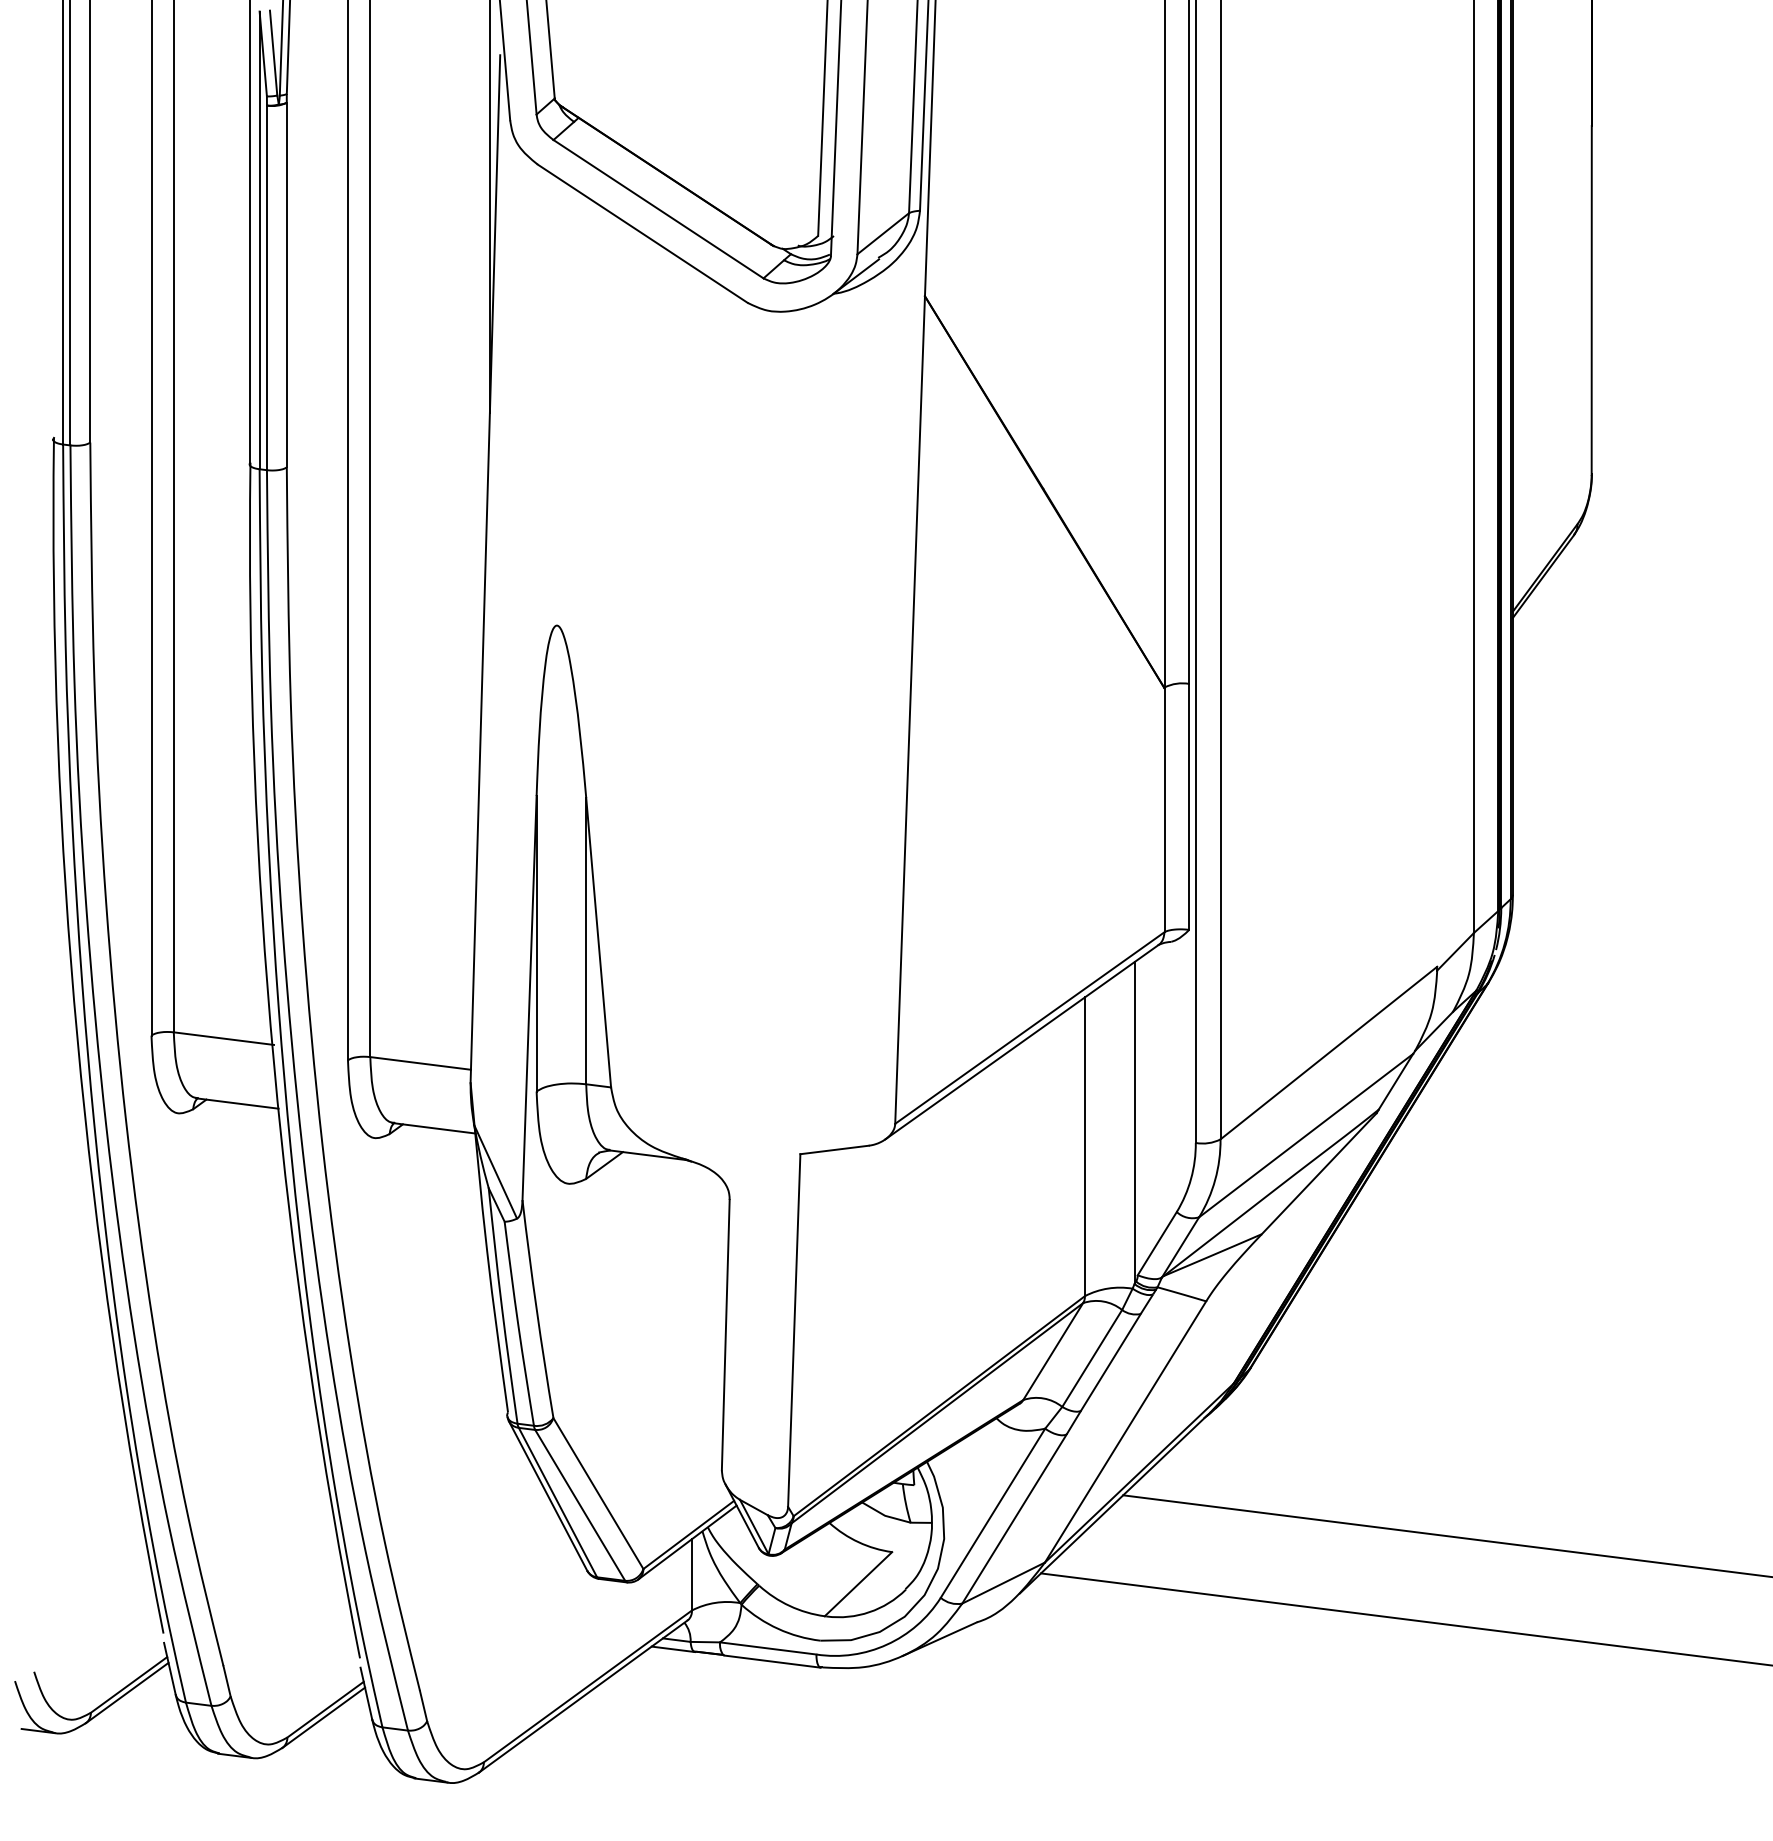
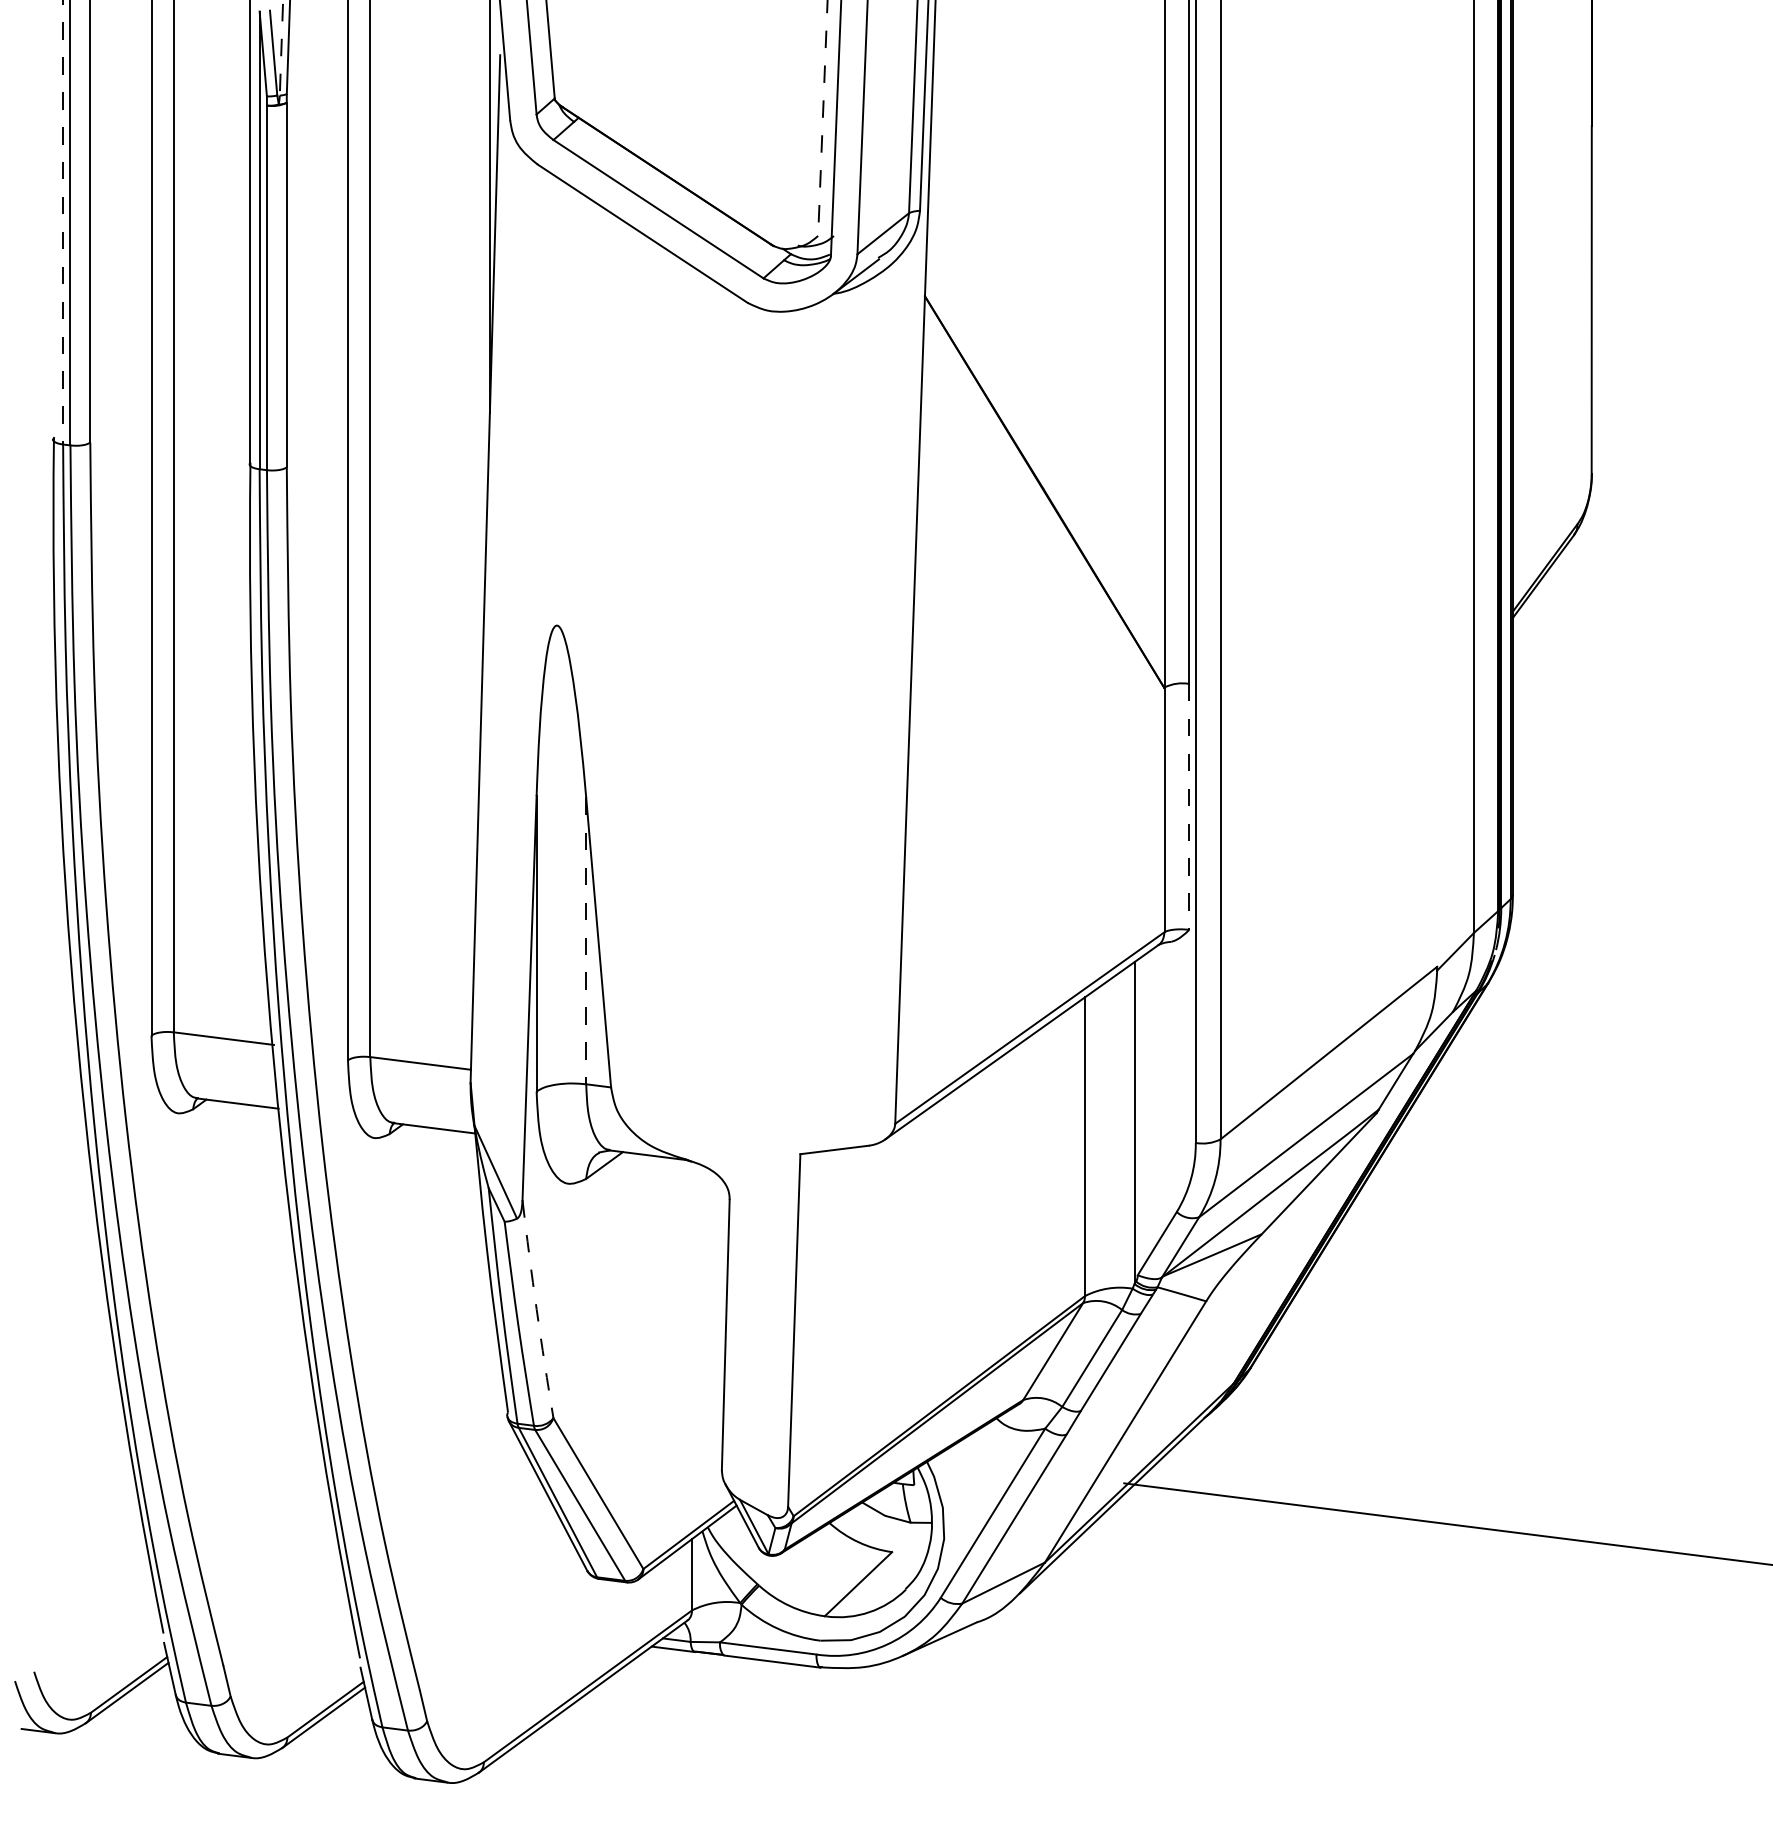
line at (281, 48): solid -> dashed
line at (822, 118): solid -> dashed
line at (63, 222): solid -> dashed
line at (1189, 806): solid -> dashed
line at (586, 941): solid -> dashed
arc at (536, 1309): solid -> dashed
line at (1446, 1535) position: (1446, 1535) -> (1446, 1523)
line at (1405, 1619): present -> none
